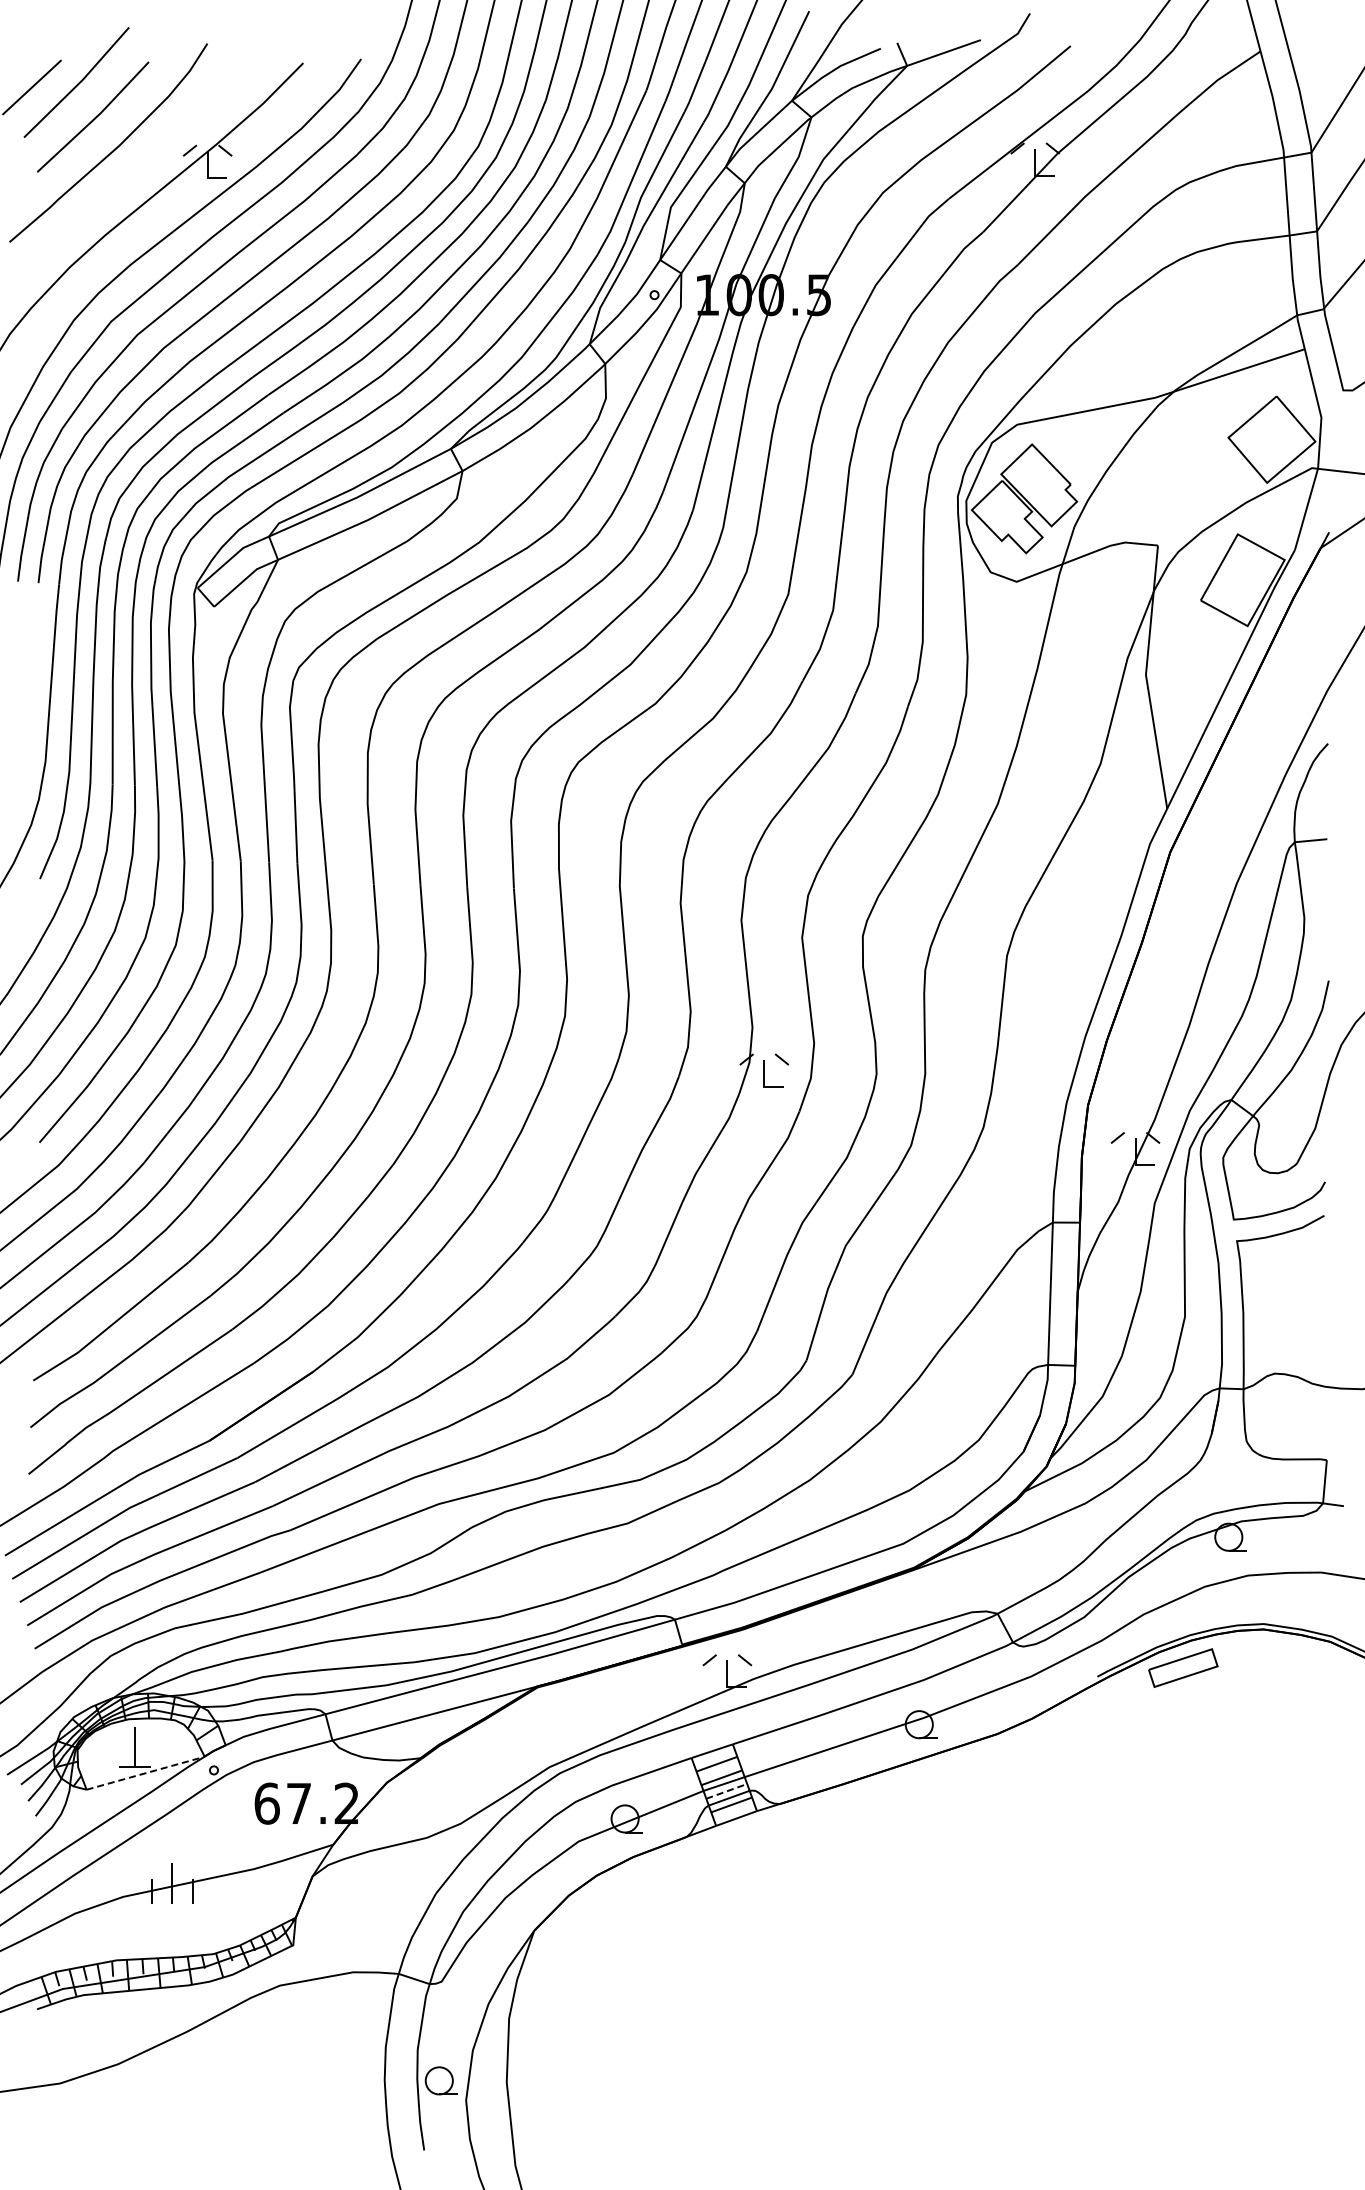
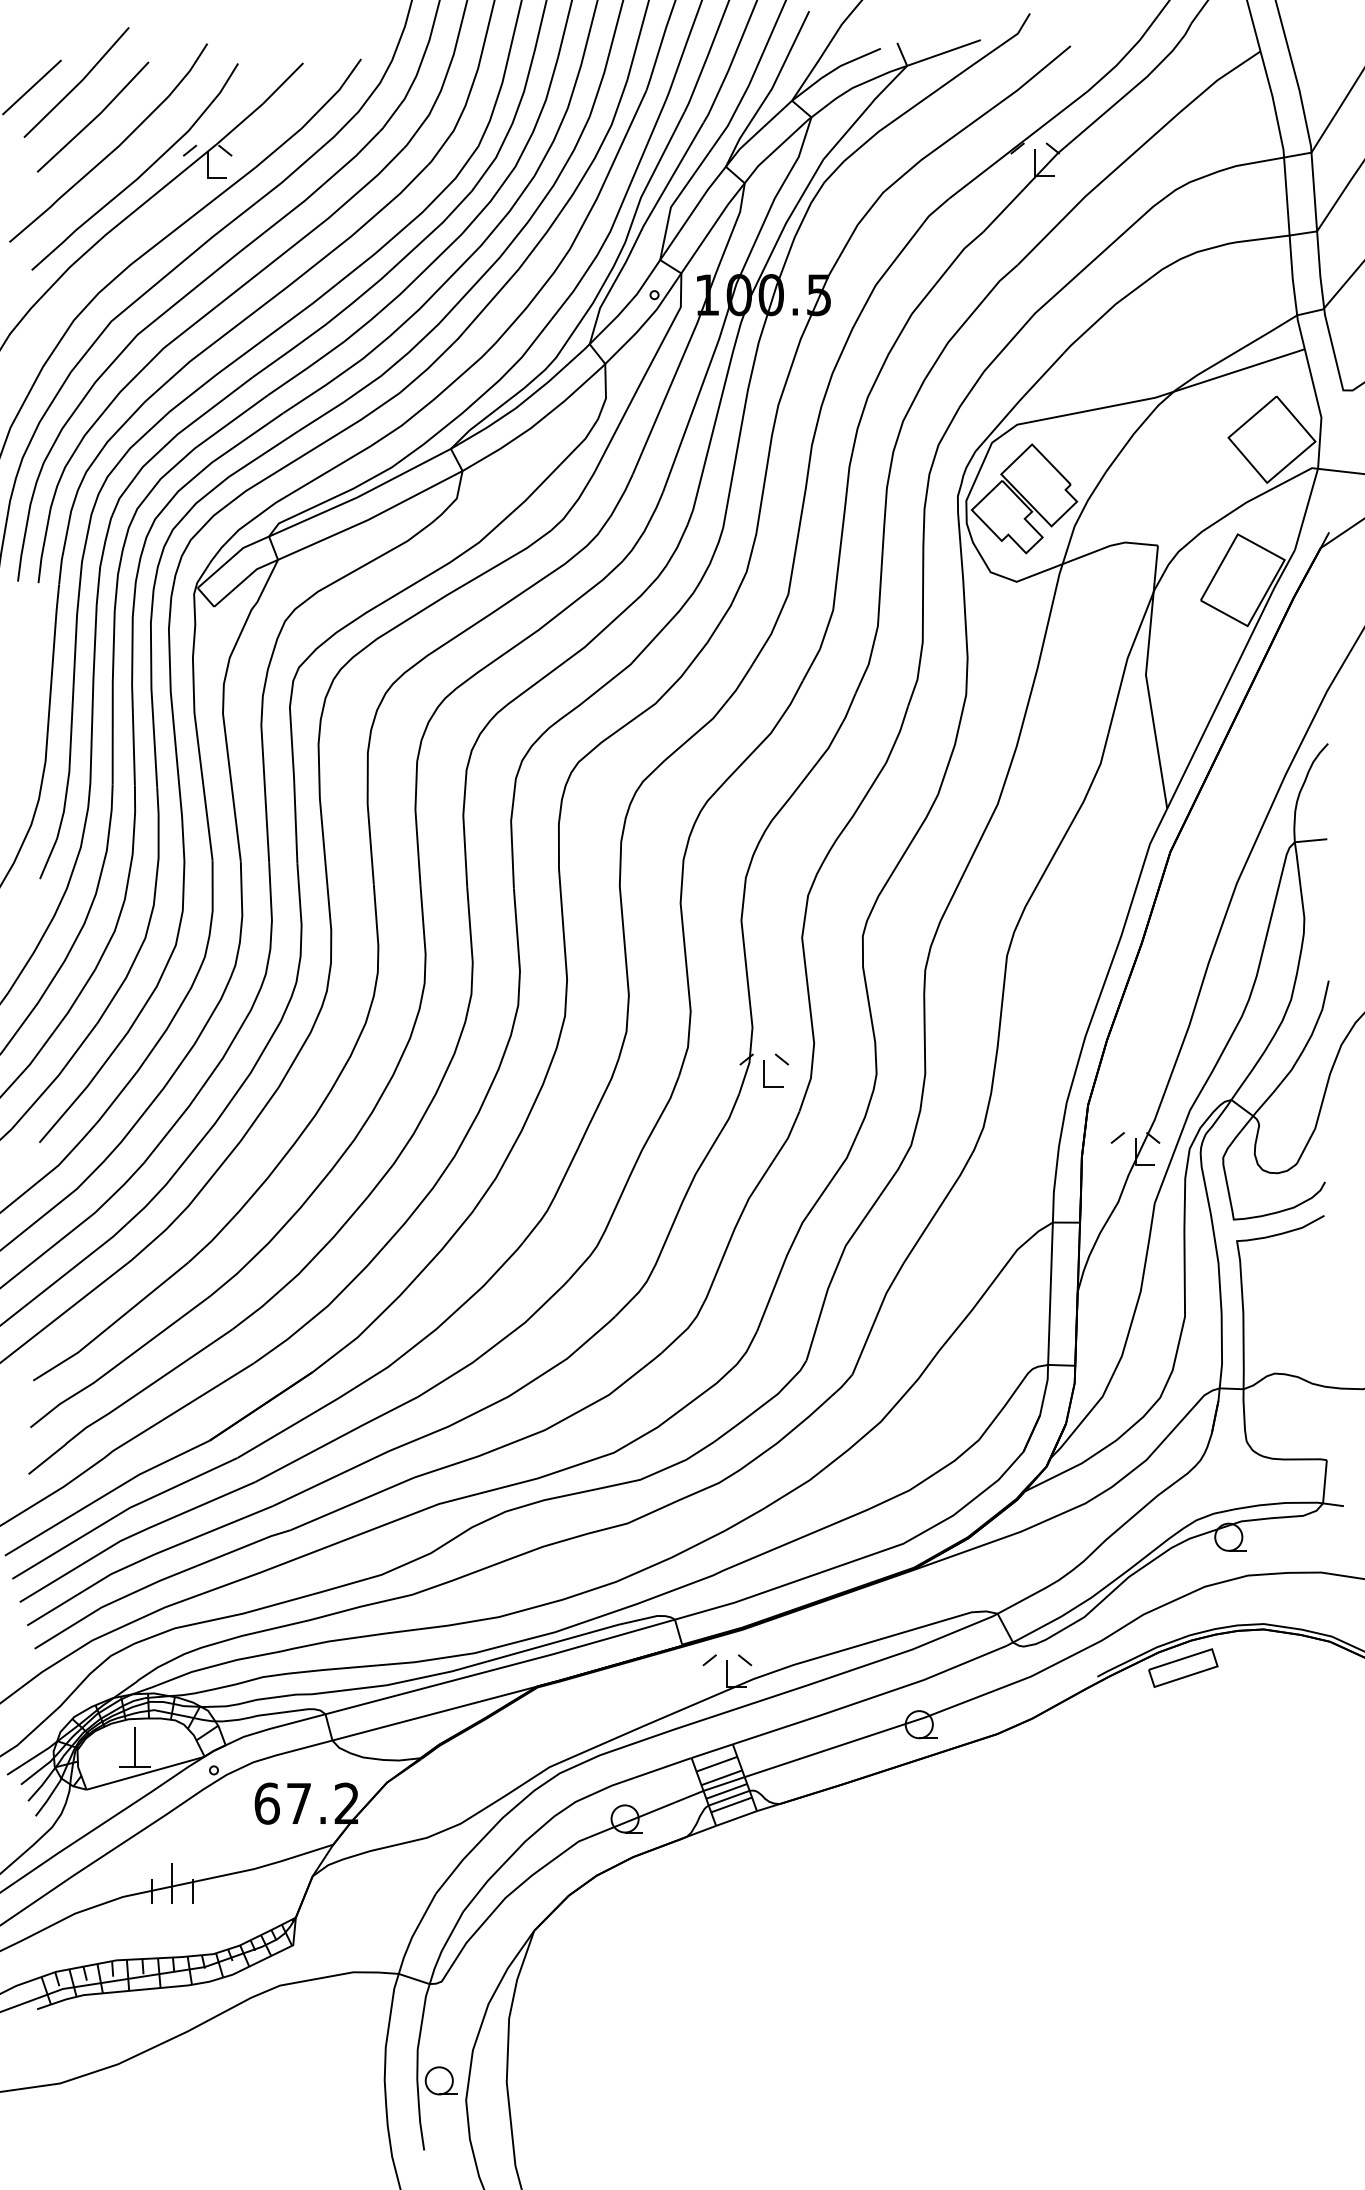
curve at (141, 173): none -> present
line at (146, 1772): dashed -> solid
line at (726, 1791): dashed -> solid
